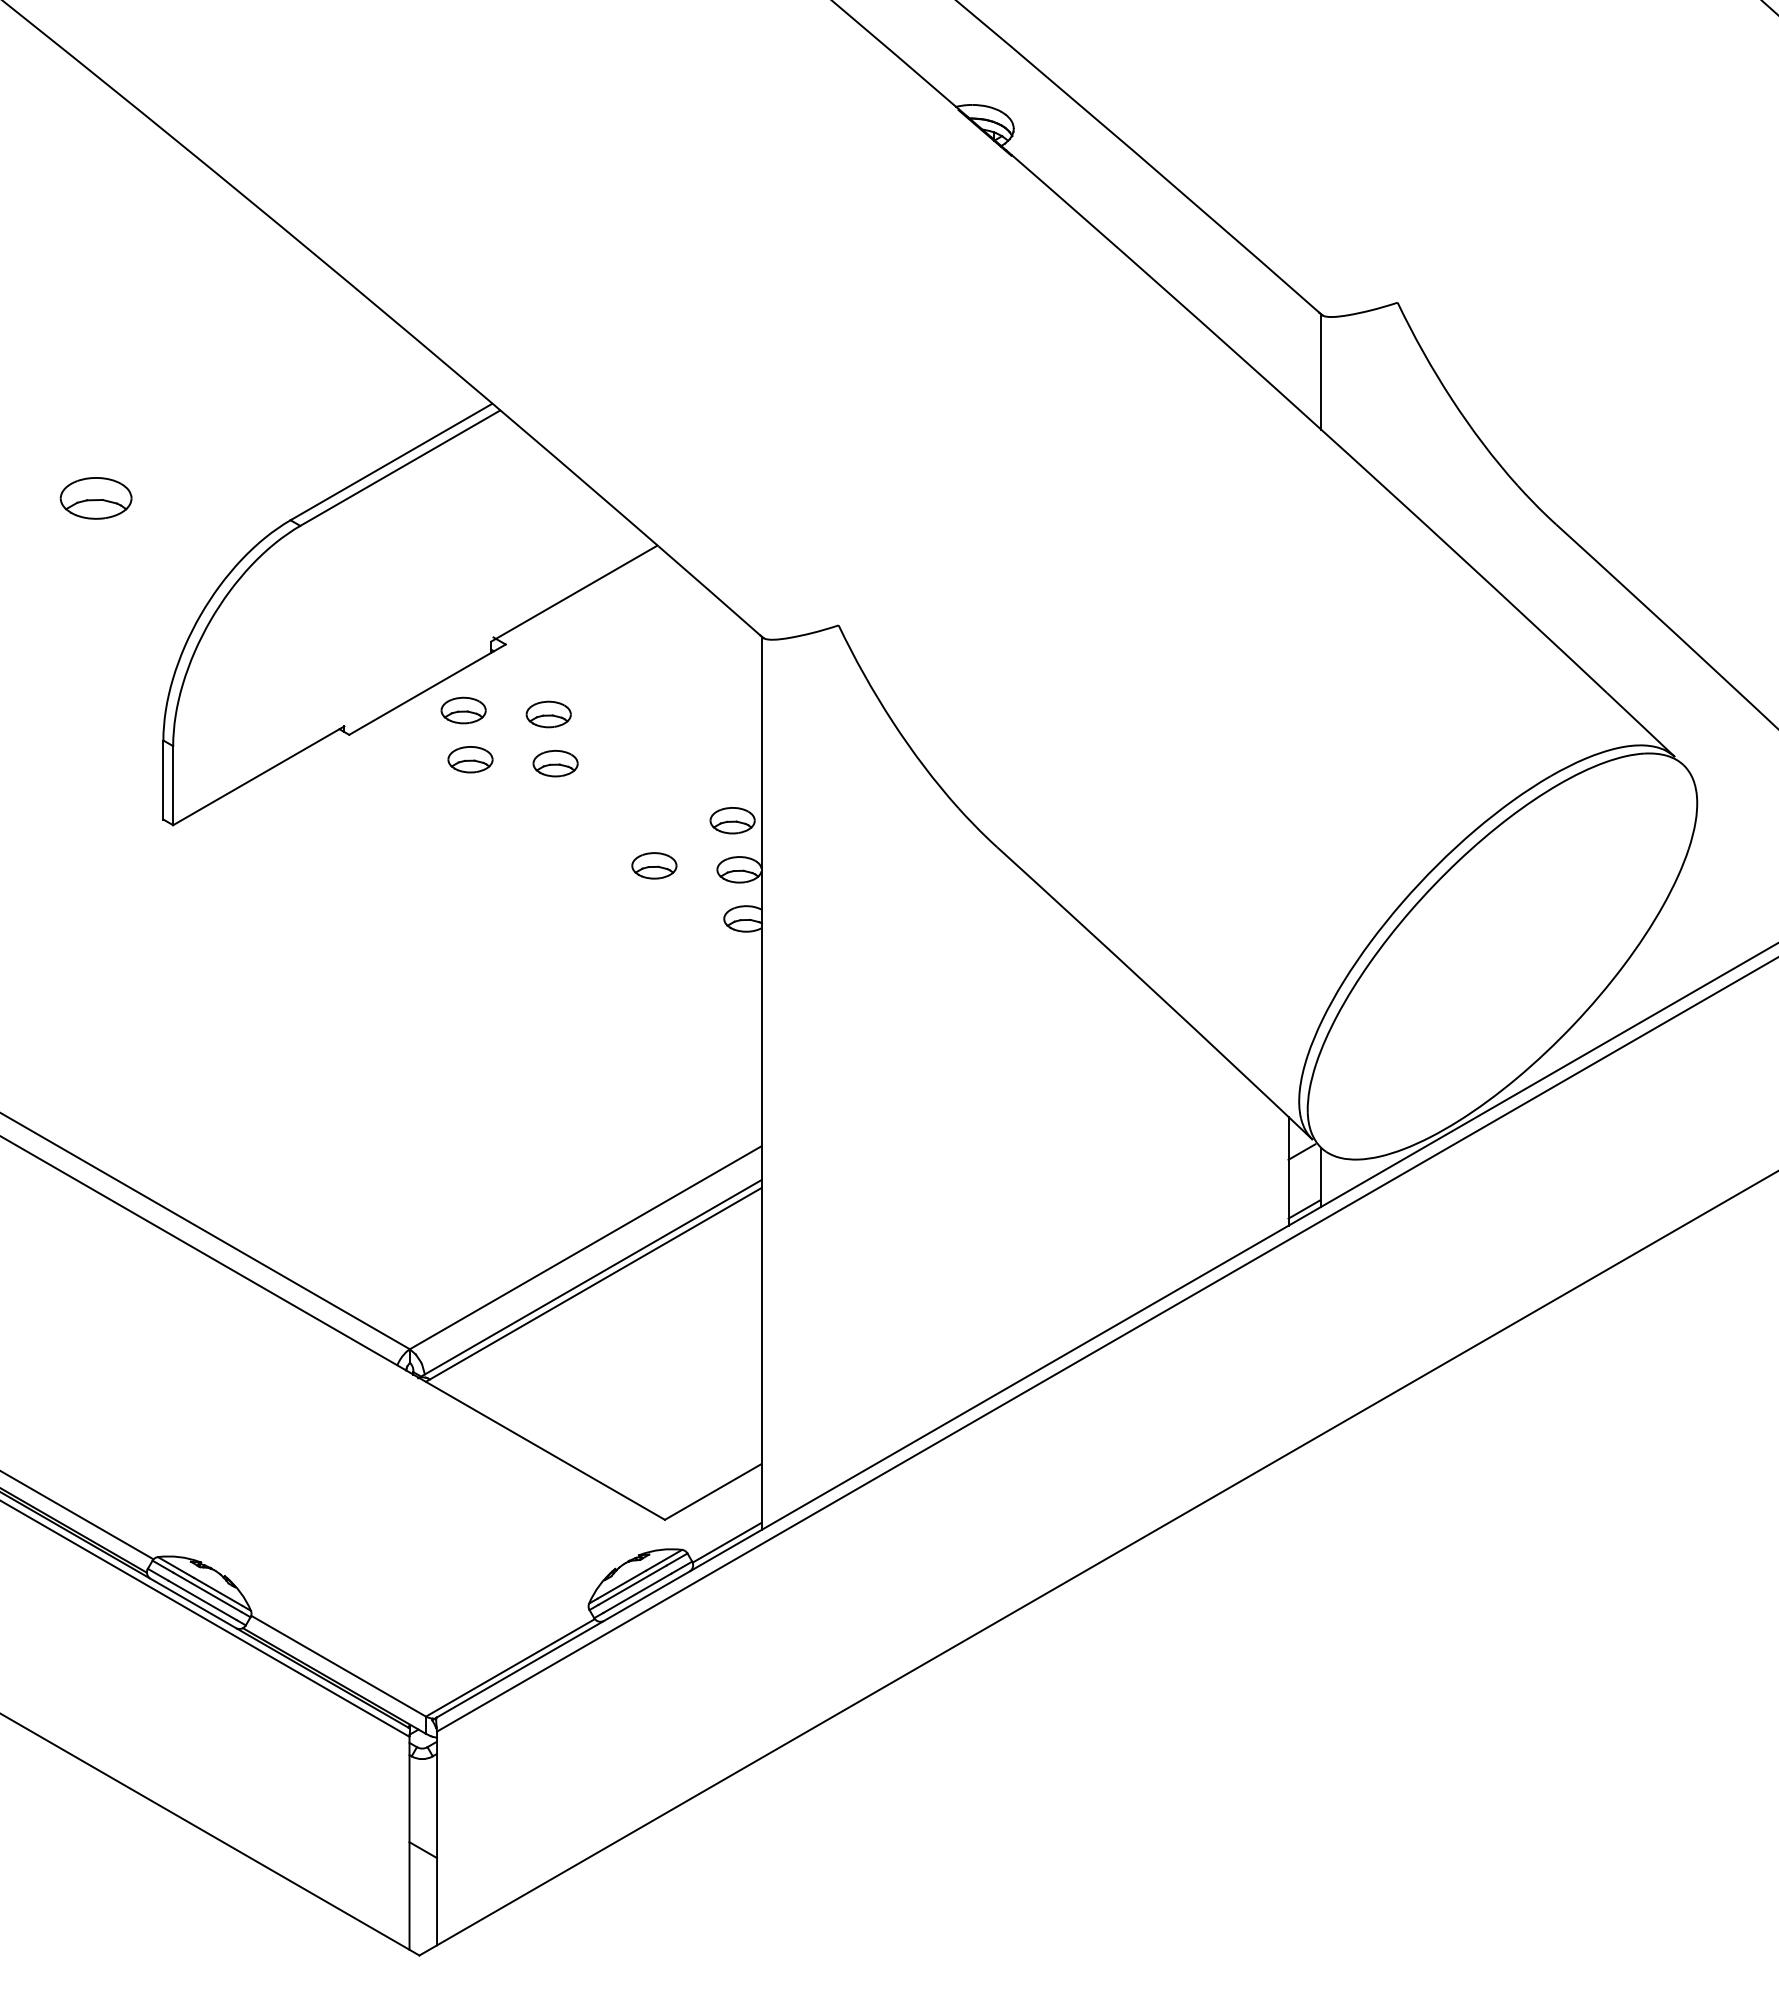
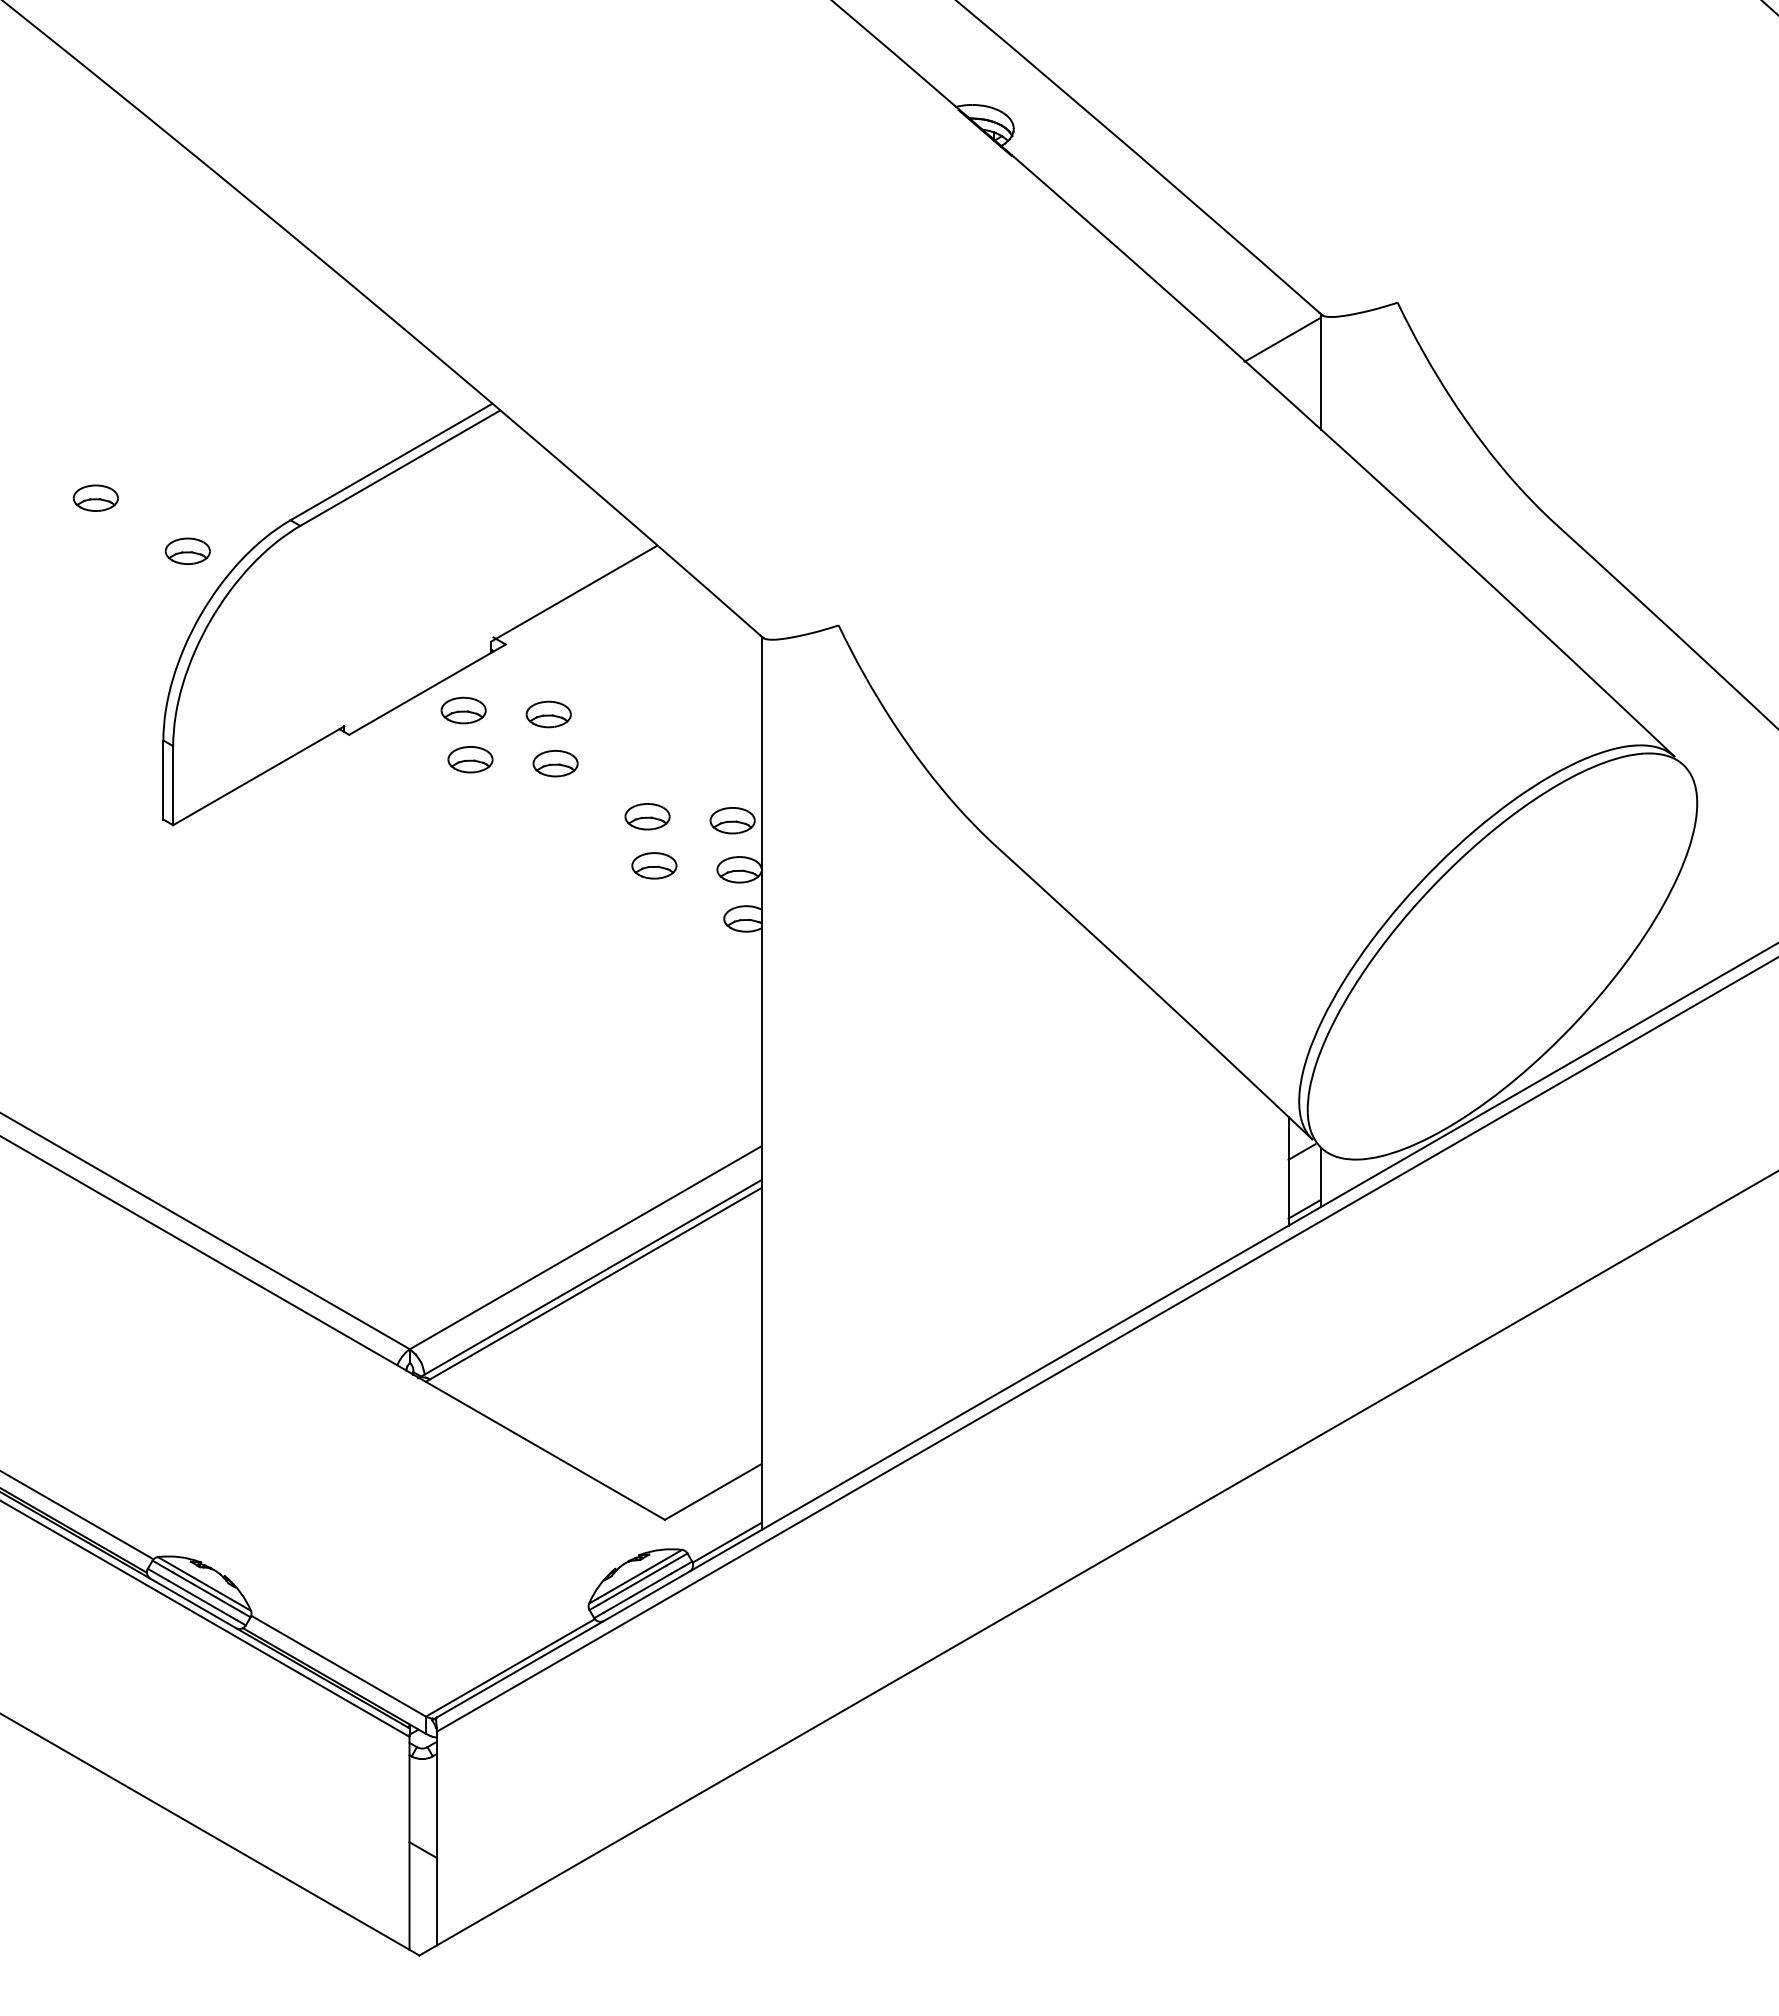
line at (1282, 339): none -> present
part at (95, 498) size: 74x43 px -> 47x28 px
part at (187, 550): none -> present
part at (647, 816): none -> present
